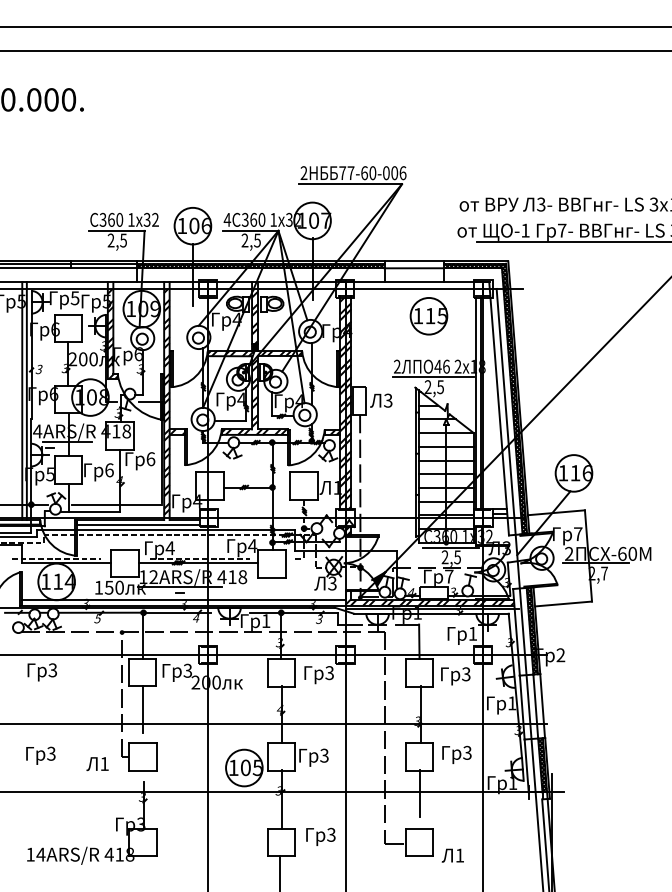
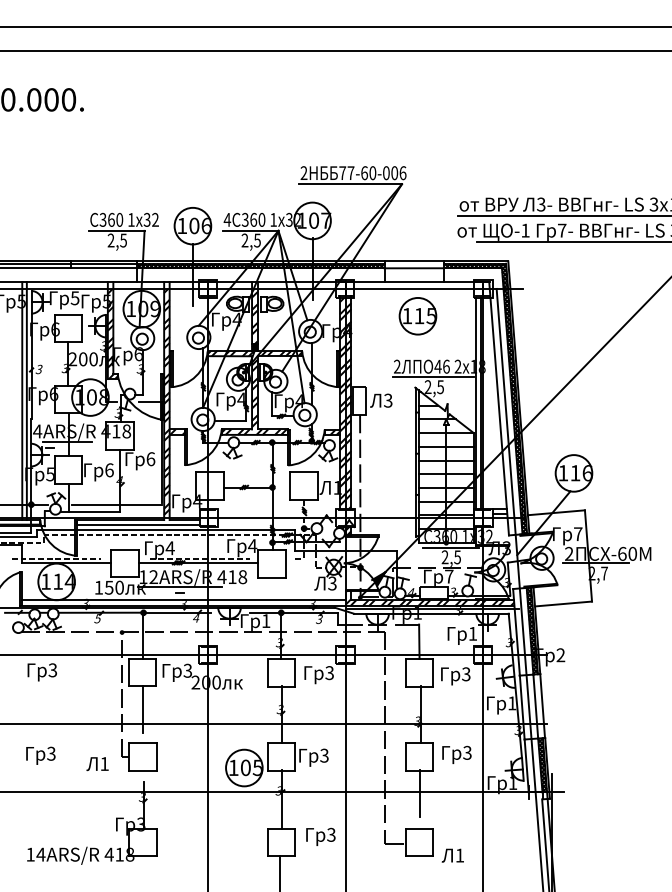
line at (563, 215): none -> present
part at (428, 316) position: (428, 316) -> (417, 316)
text at (279, 709): 4 -> 3
